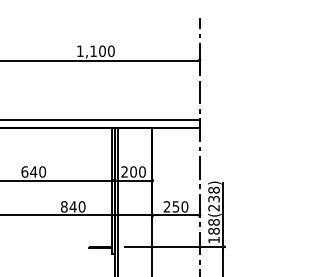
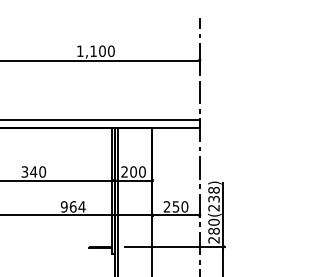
text at (24, 171): 640 -> 340
text at (72, 206): 840 -> 964
text at (213, 230): 188(238) -> 280(238)
